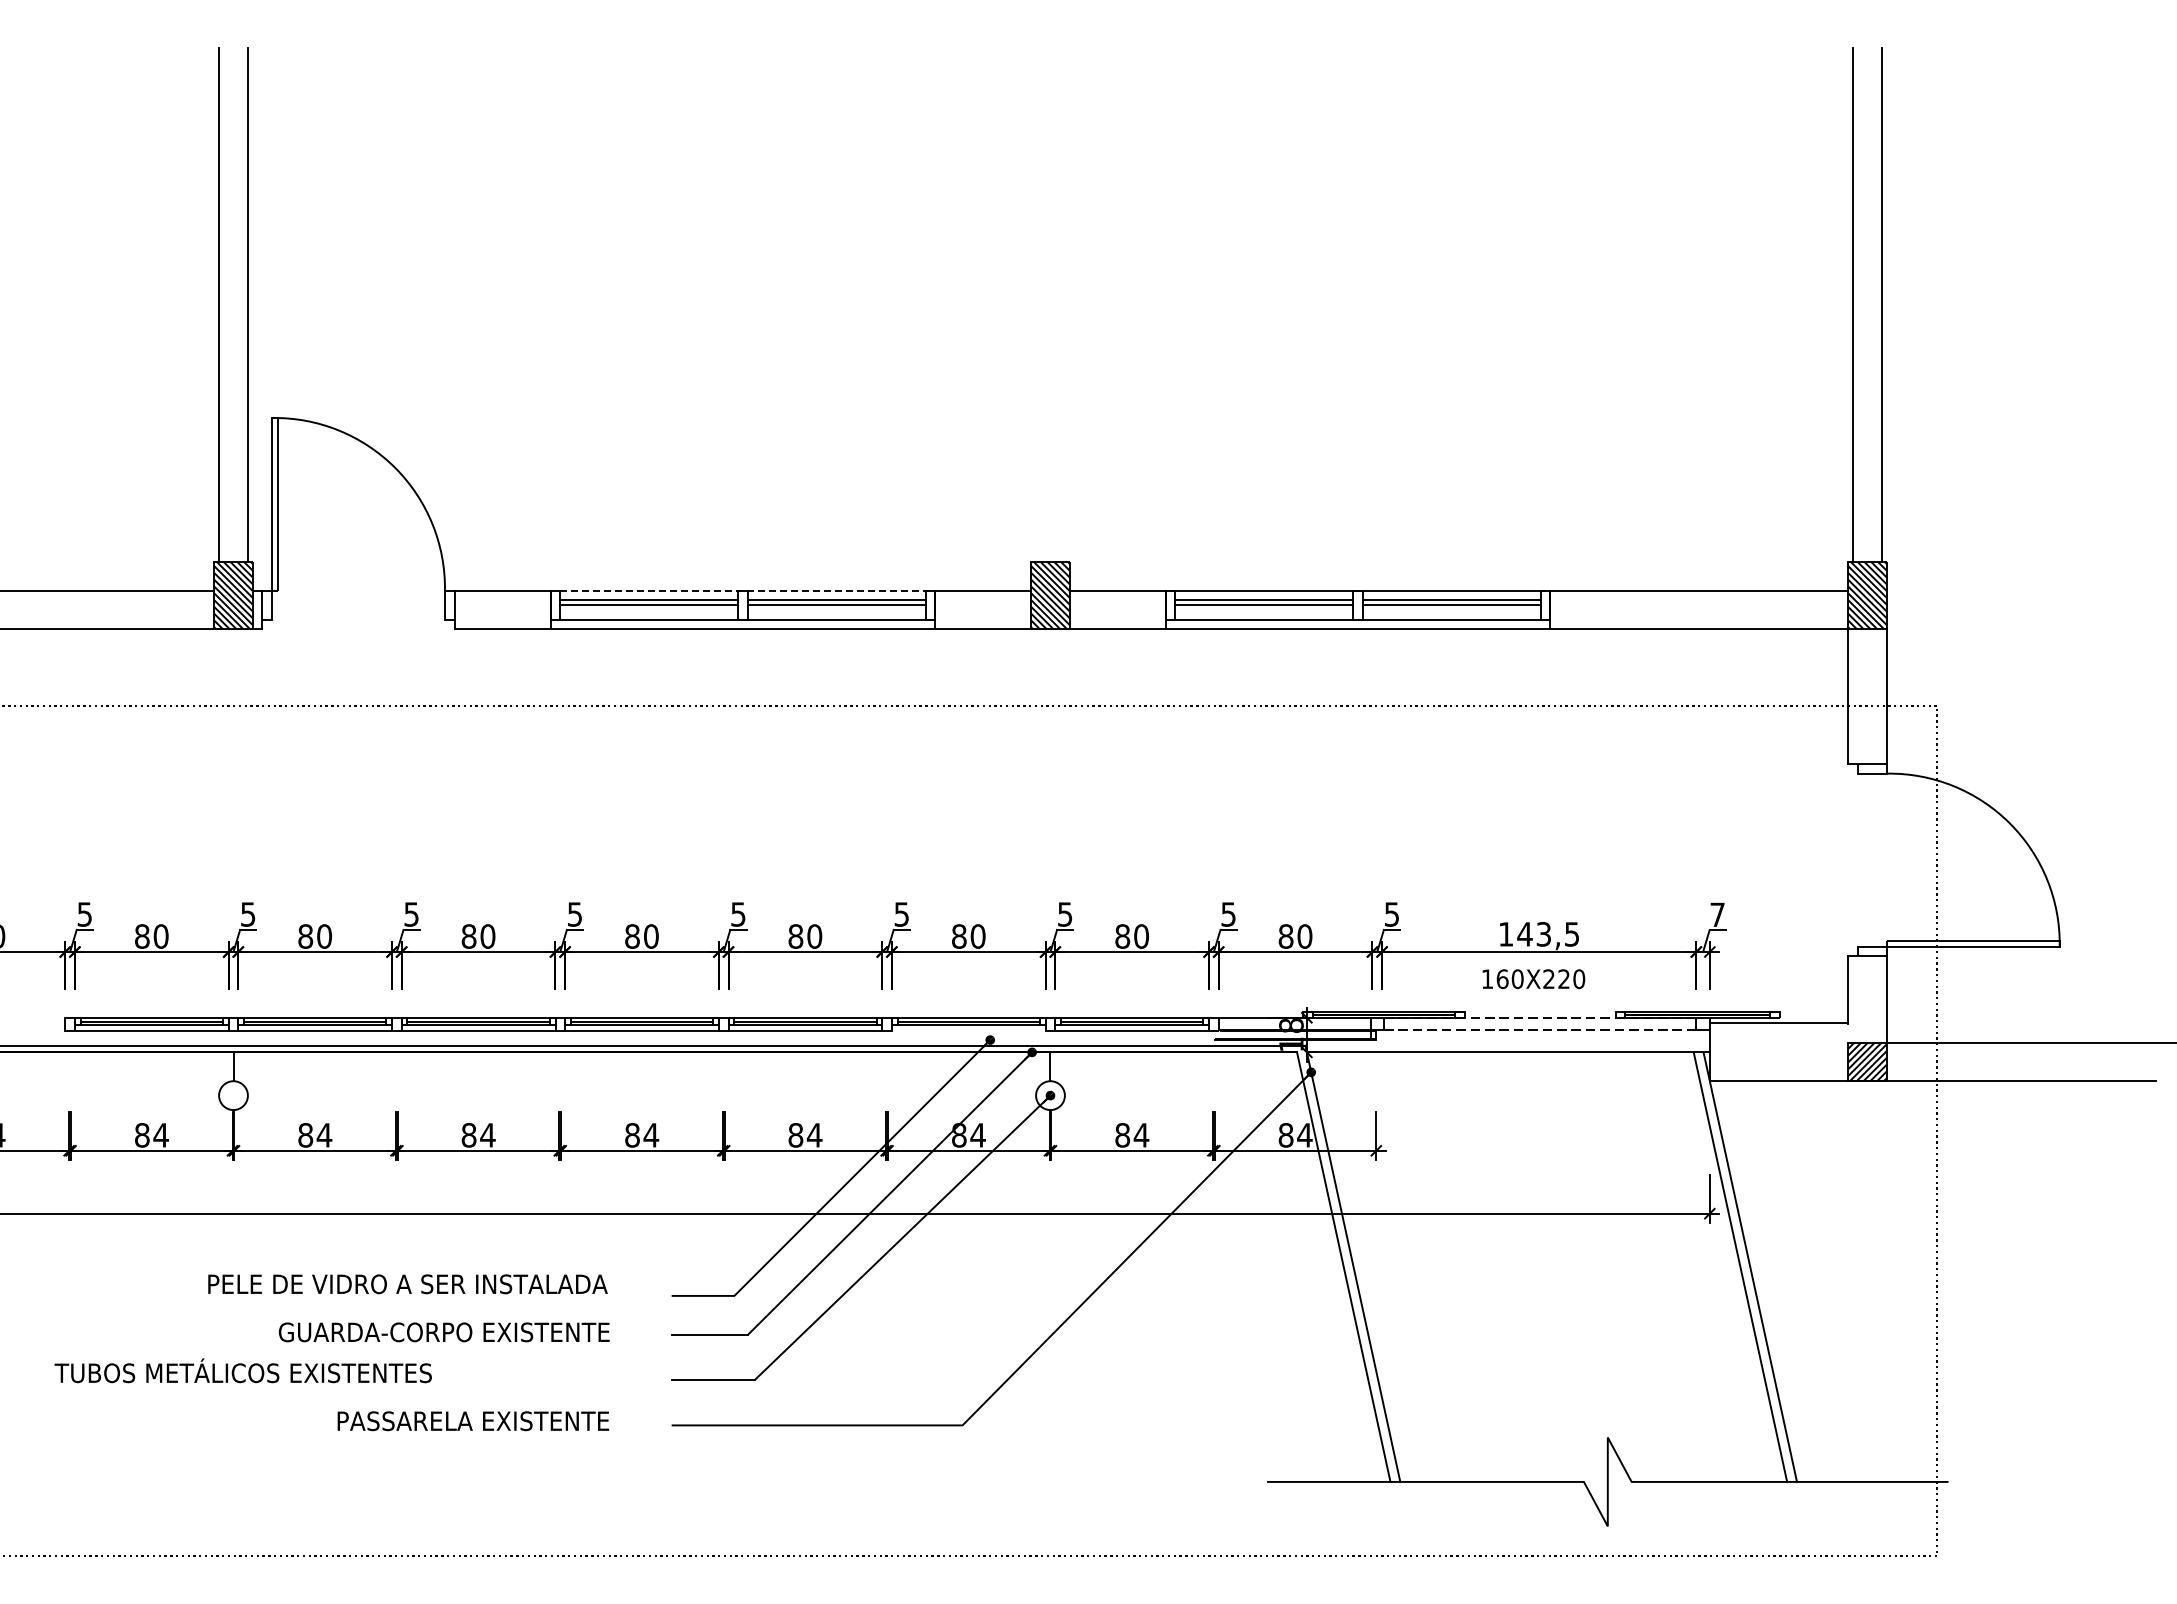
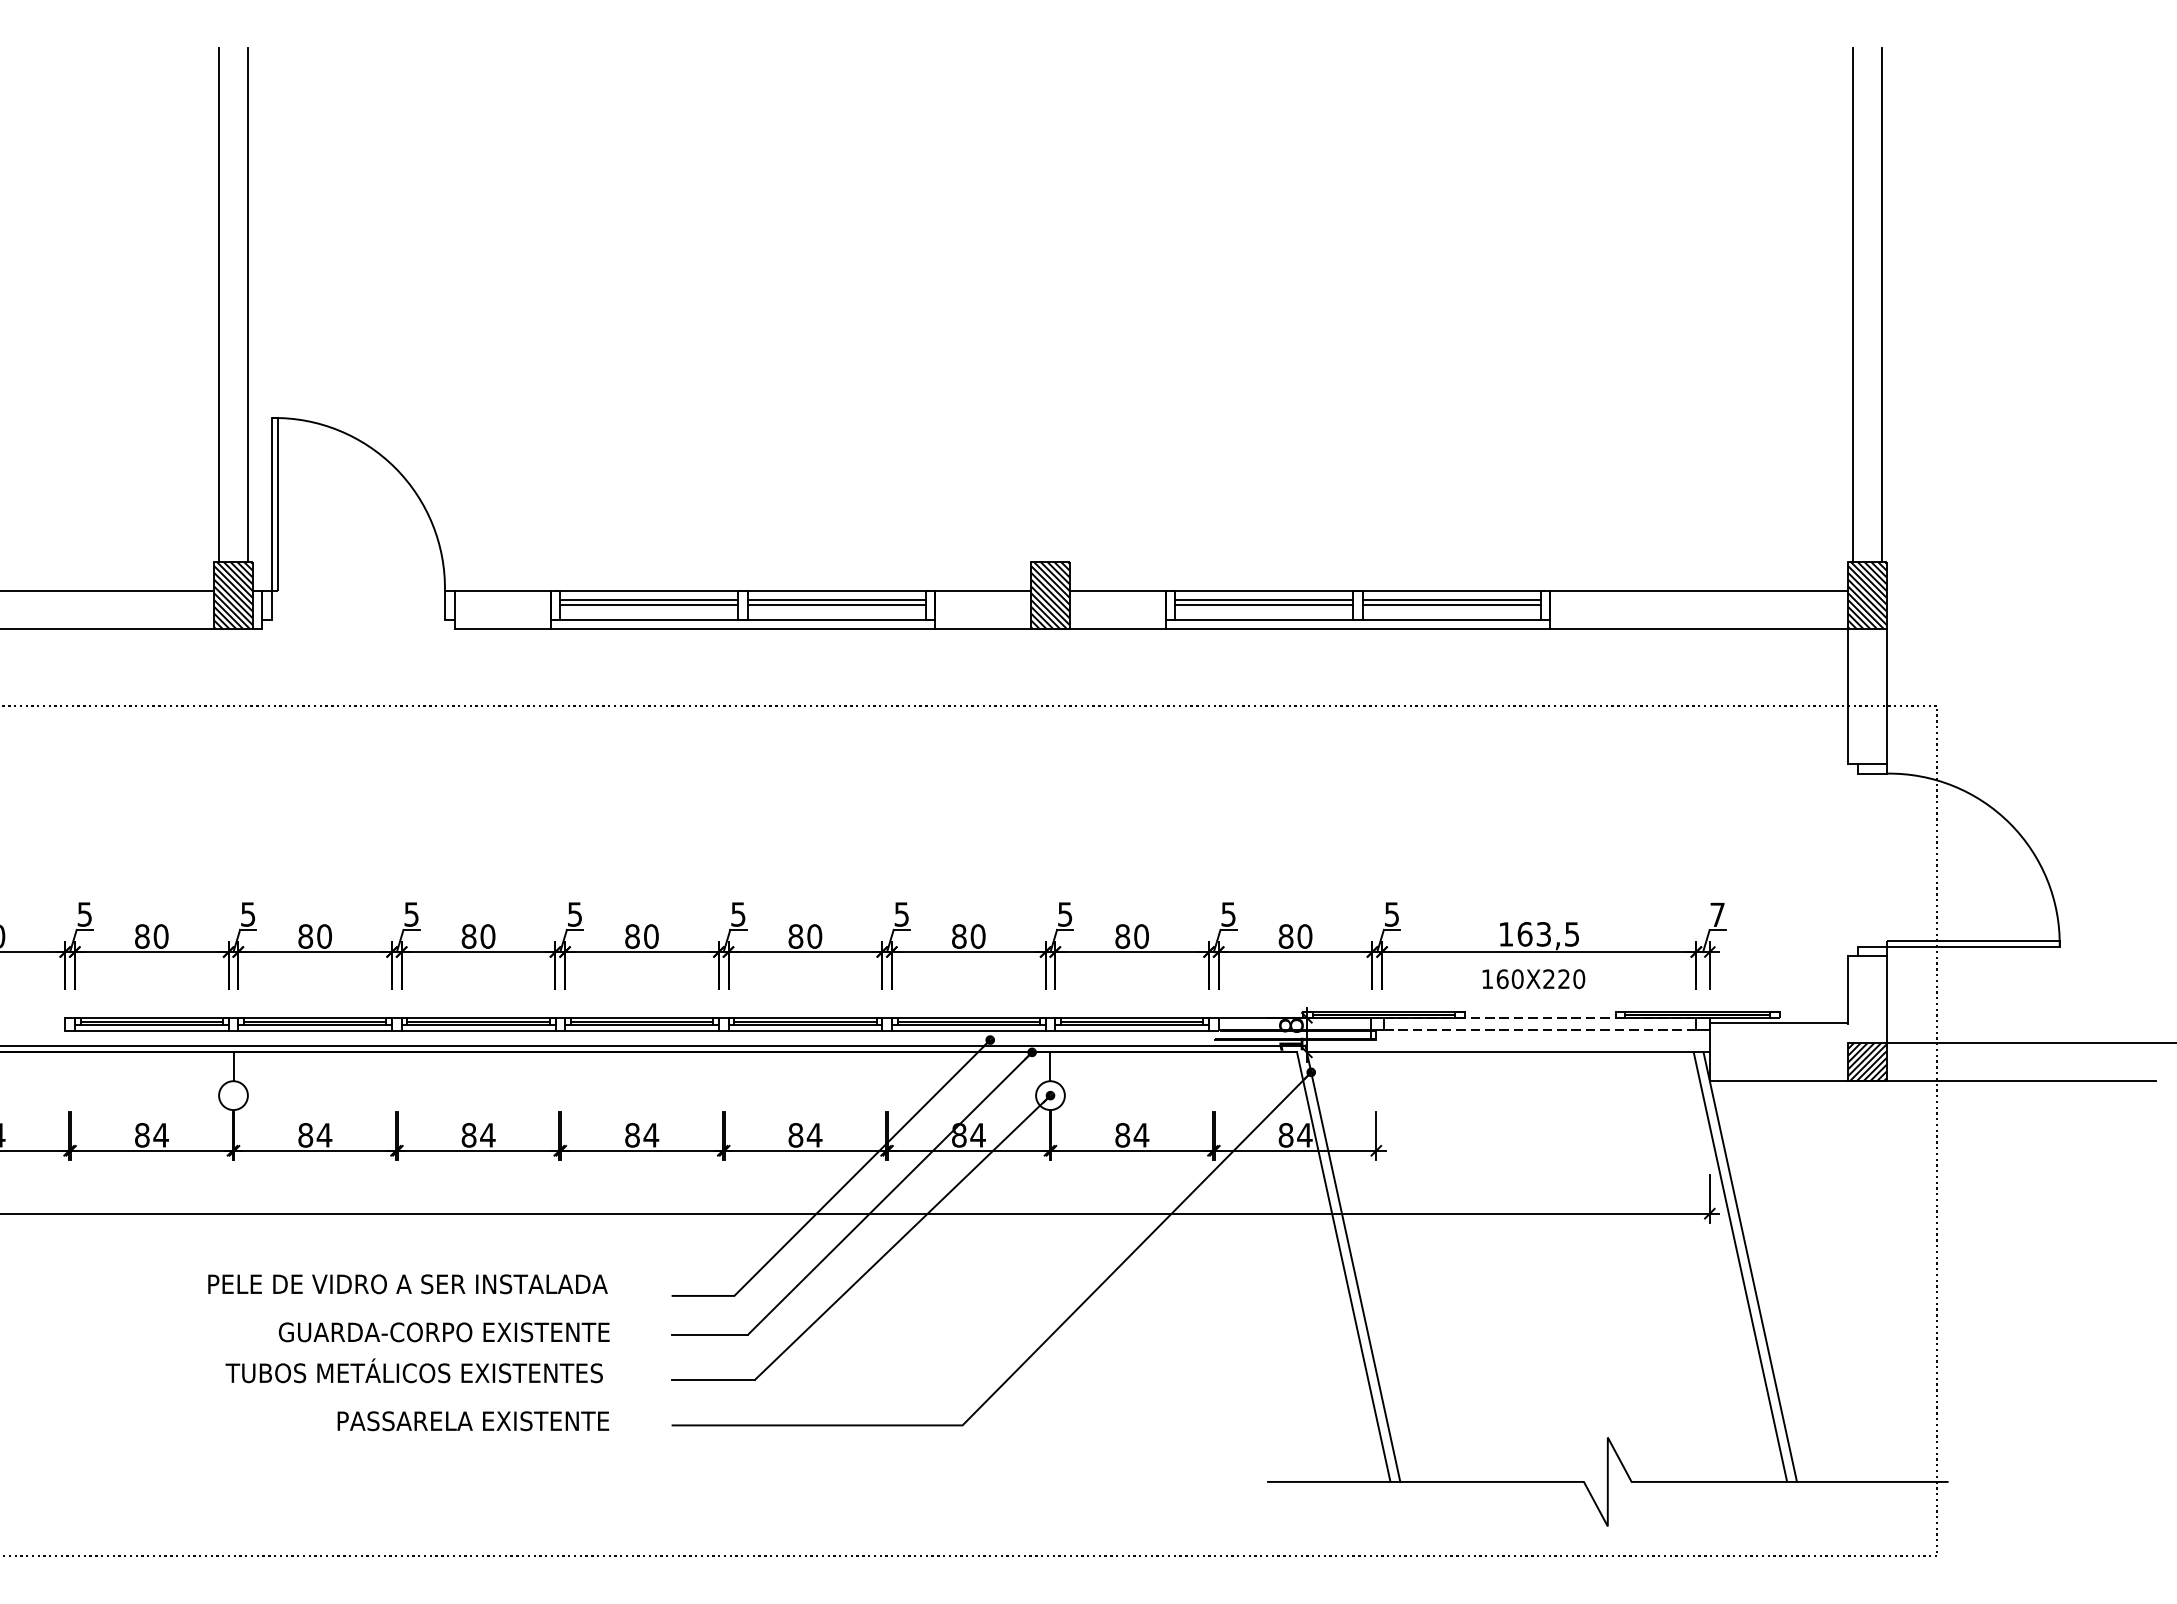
line at (742, 591): dashed -> solid
text at (1524, 934): 143,5 -> 163,5
line at (968, 1031): none -> present
text at (242, 1370) position: (242, 1370) -> (413, 1370)
